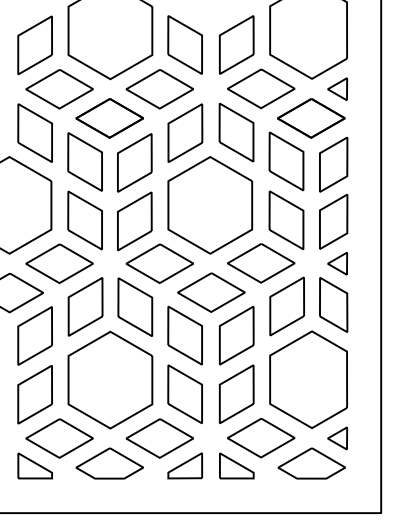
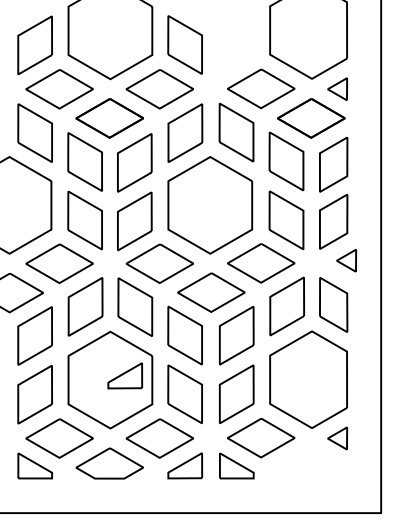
part at (236, 44): present -> none
part at (337, 263) position: (337, 263) -> (346, 260)
part at (125, 375): none -> present
part at (311, 463): present -> none
